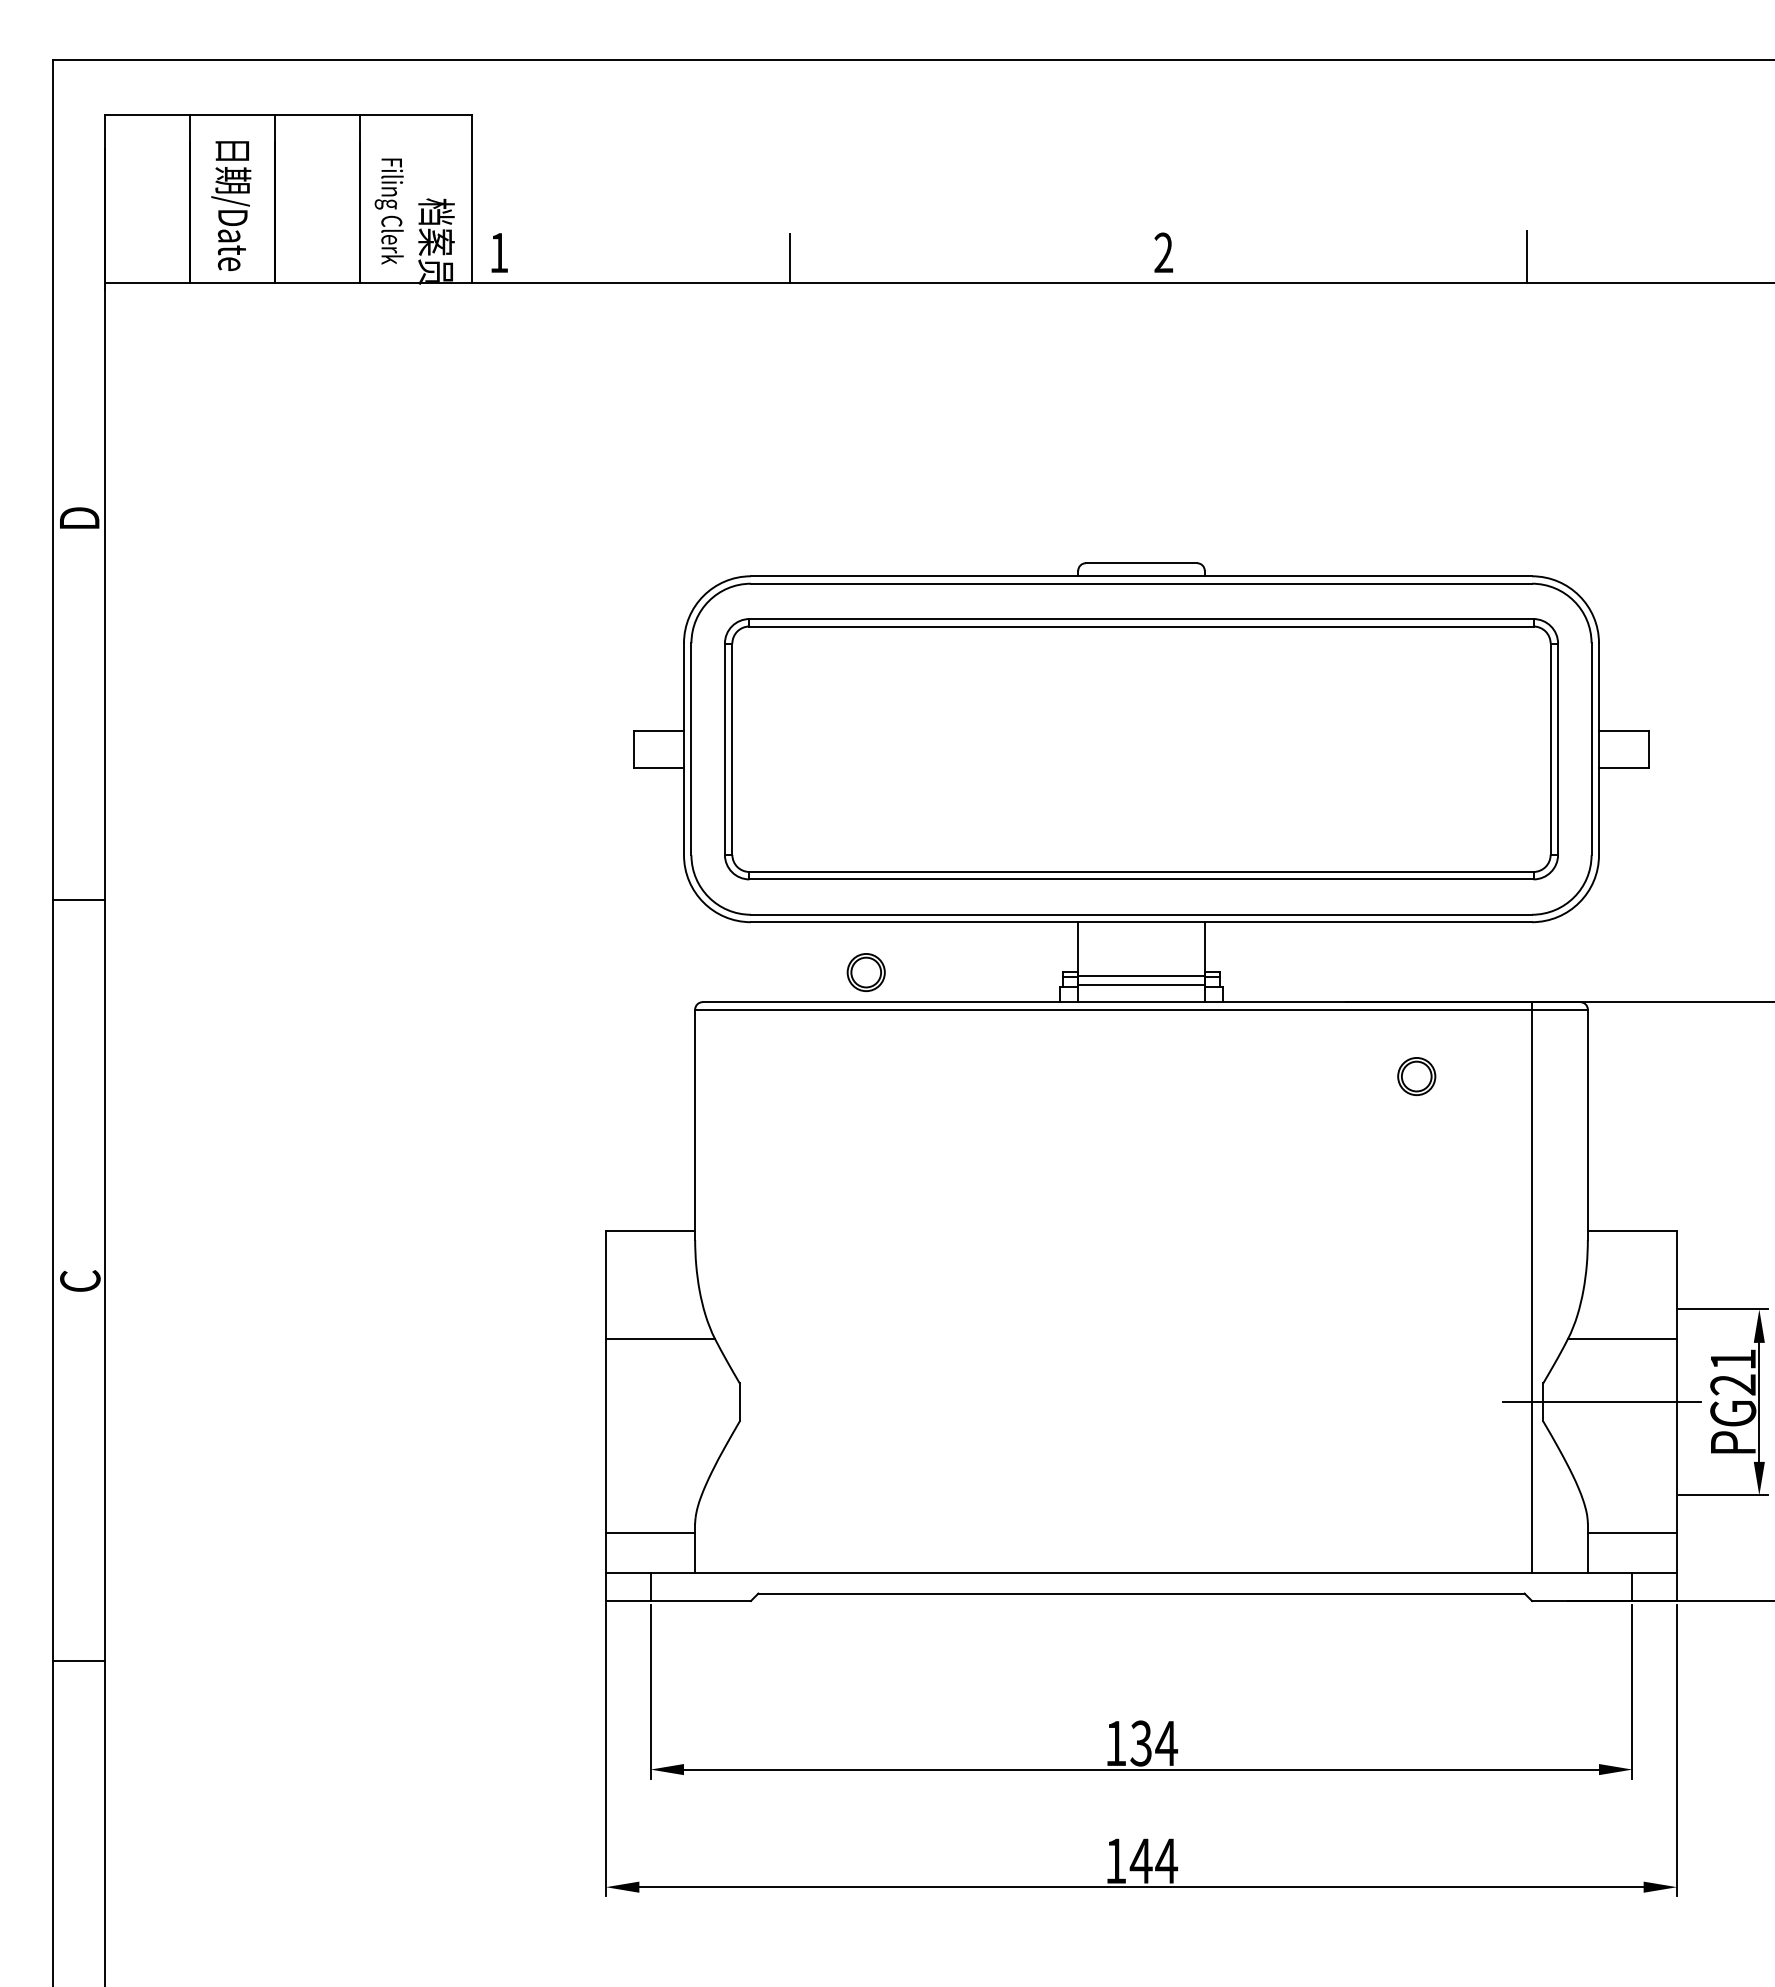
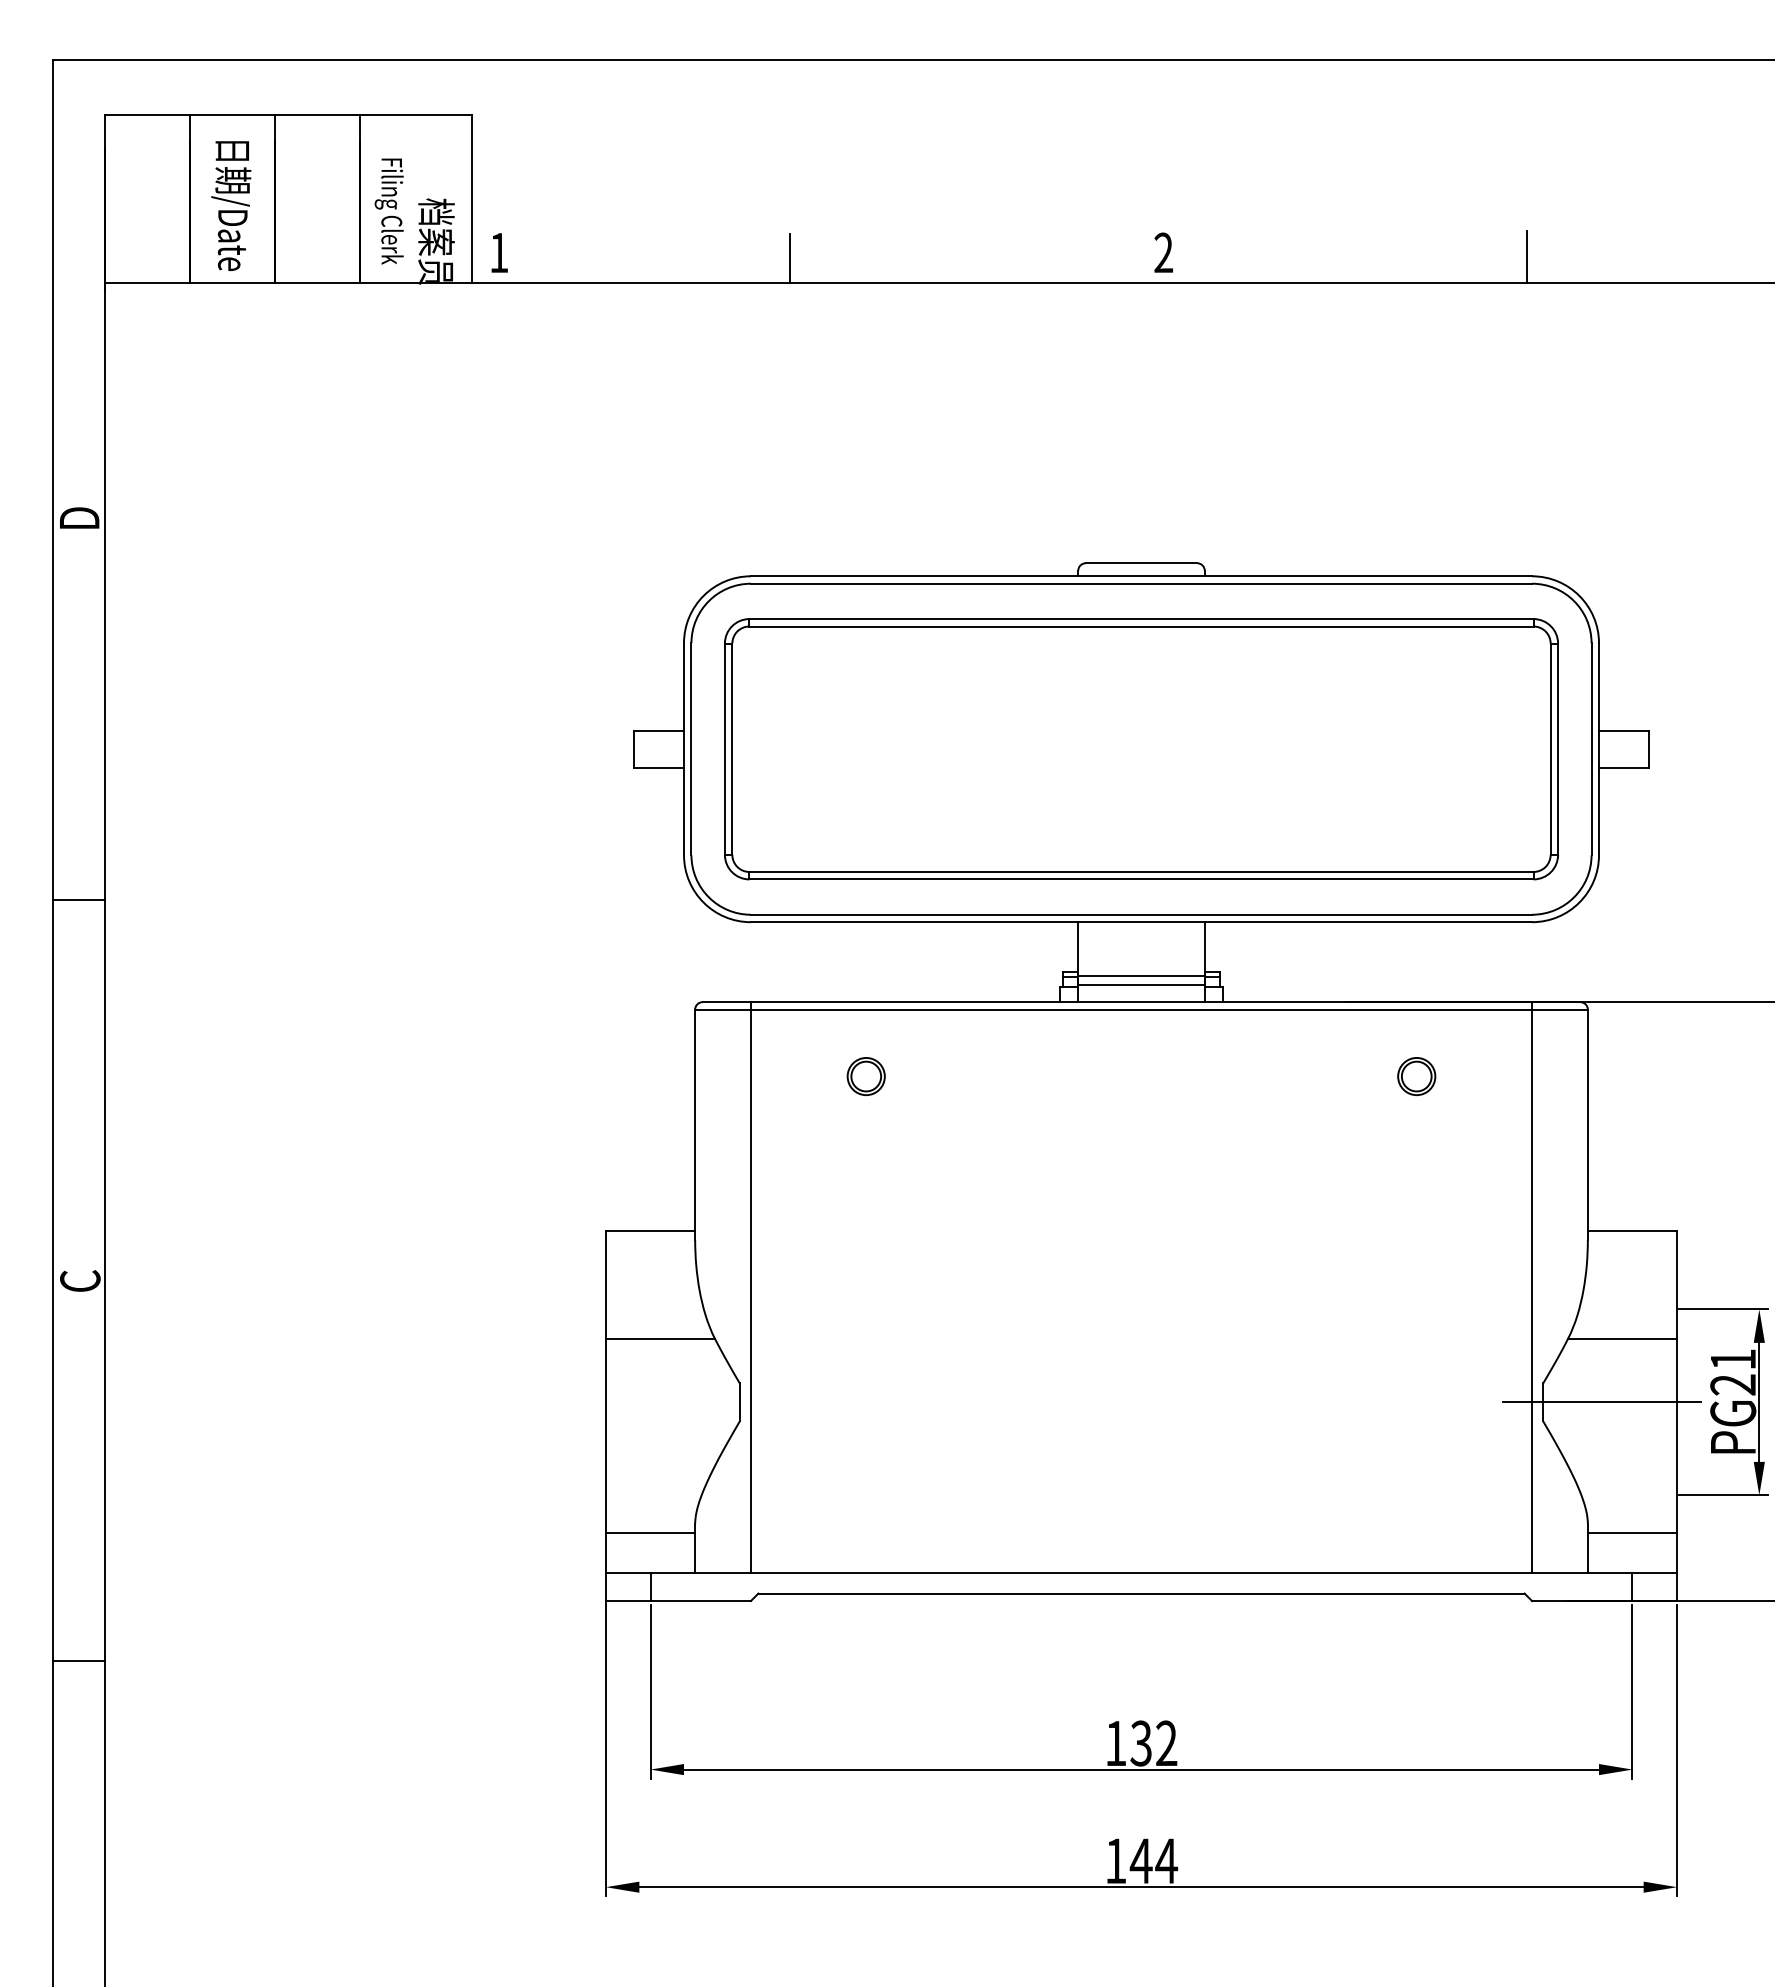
part at (865, 972) position: (865, 972) -> (865, 1076)
line at (750, 1287): none -> present
text at (1166, 1742): 134 -> 132
